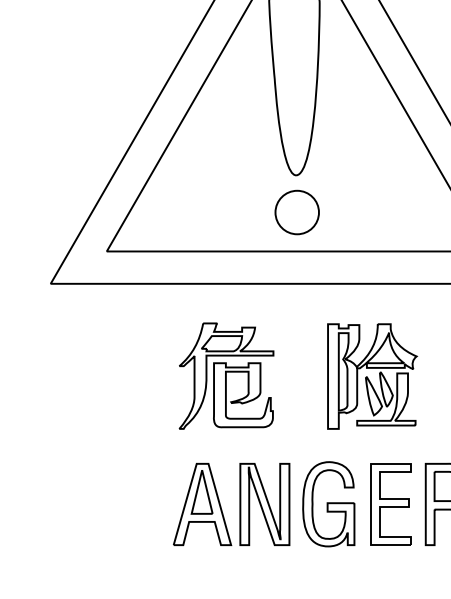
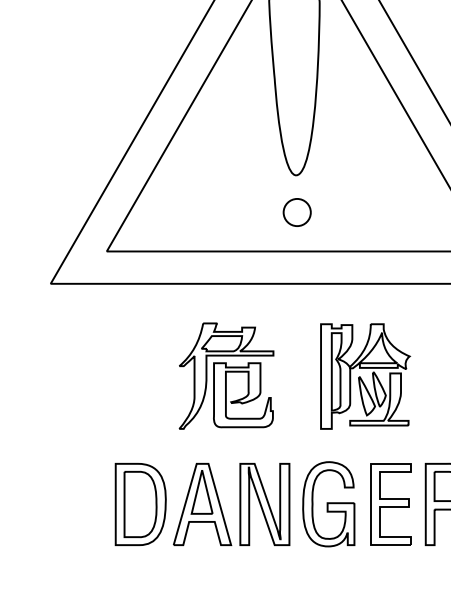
circle at (296, 212) diameter: 43 px -> 27 px
part at (372, 376) position: (372, 376) -> (365, 376)
part at (140, 504): none -> present
